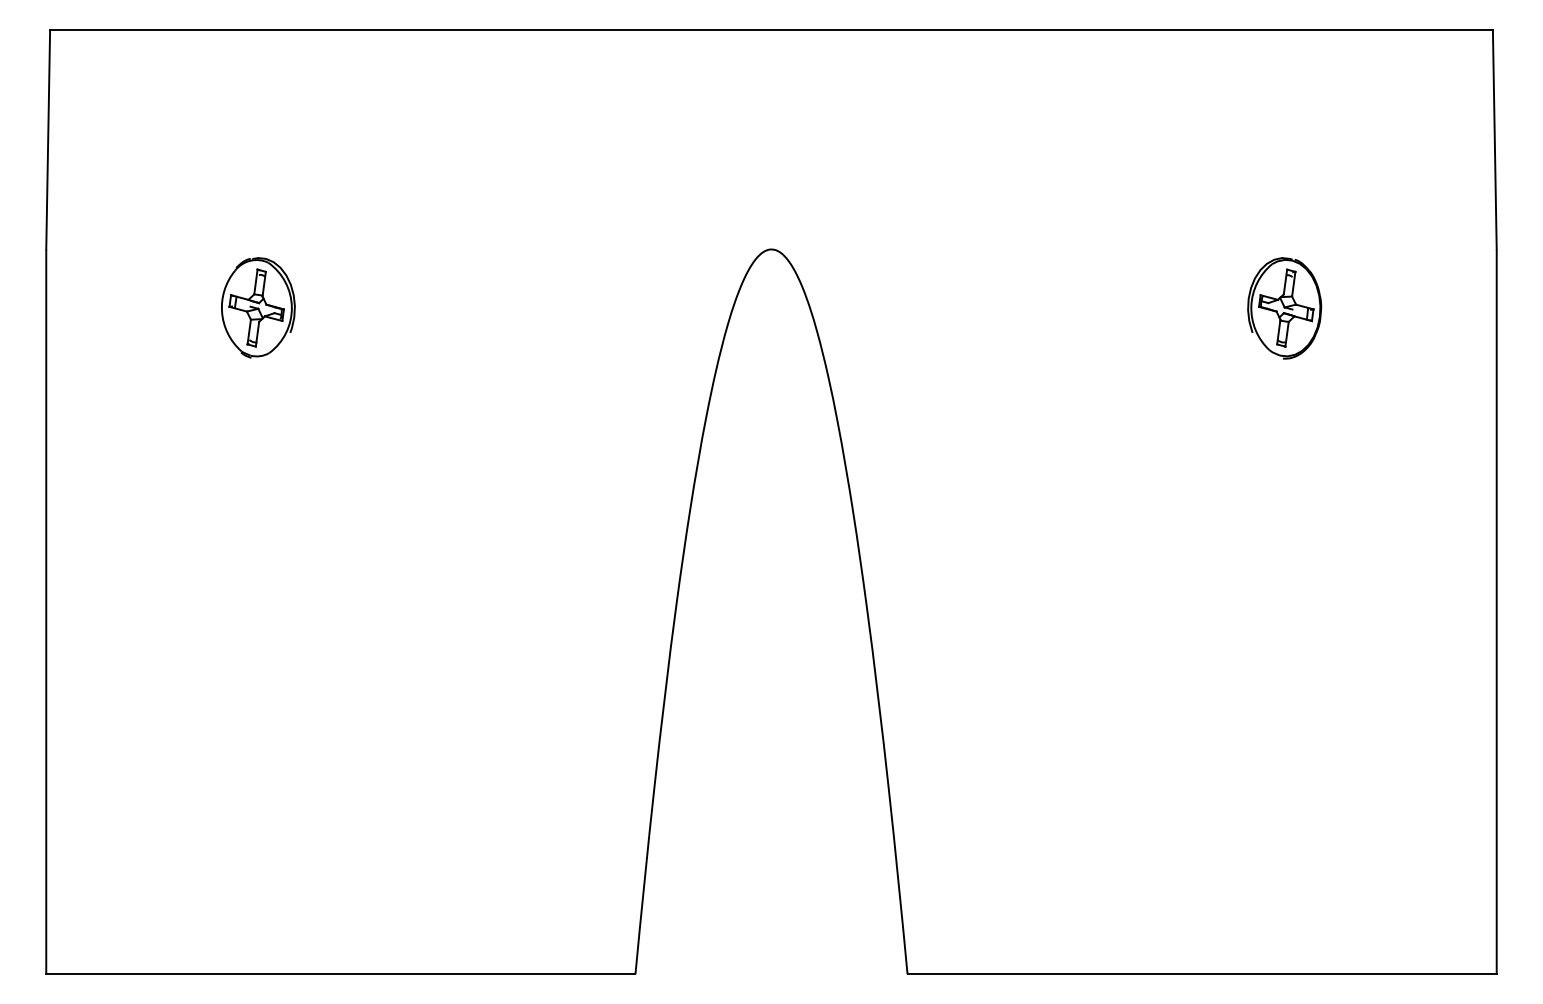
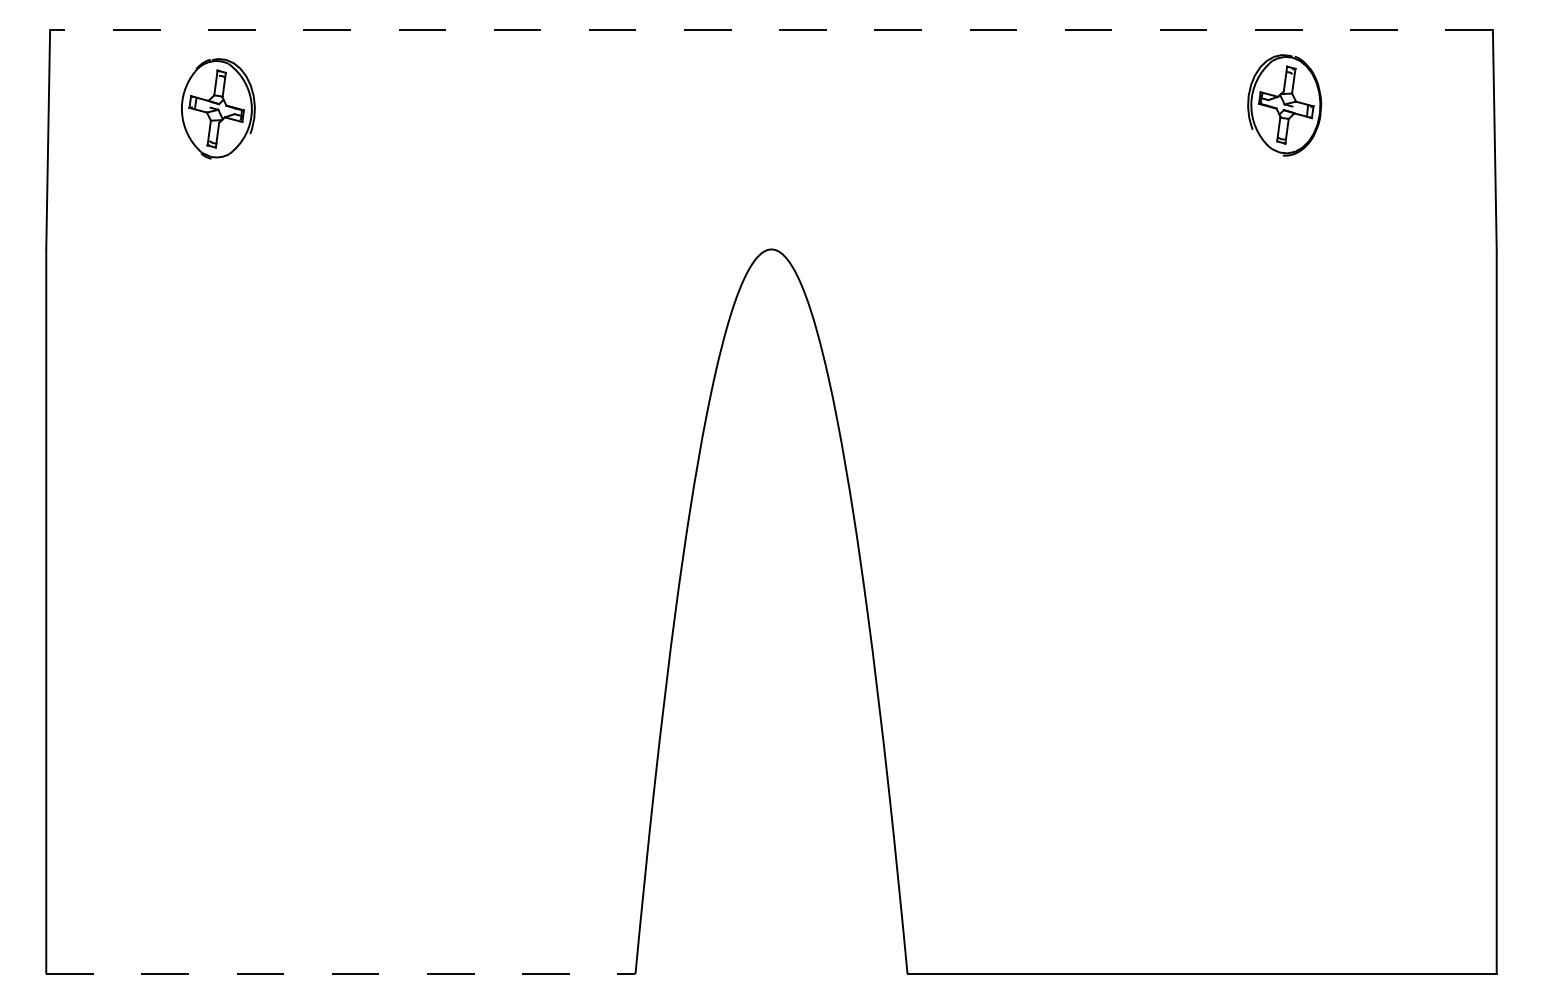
line at (771, 29): solid -> dashed
part at (258, 307) position: (258, 307) -> (218, 108)
part at (1284, 308) position: (1284, 308) -> (1284, 105)
line at (340, 974): solid -> dashed
